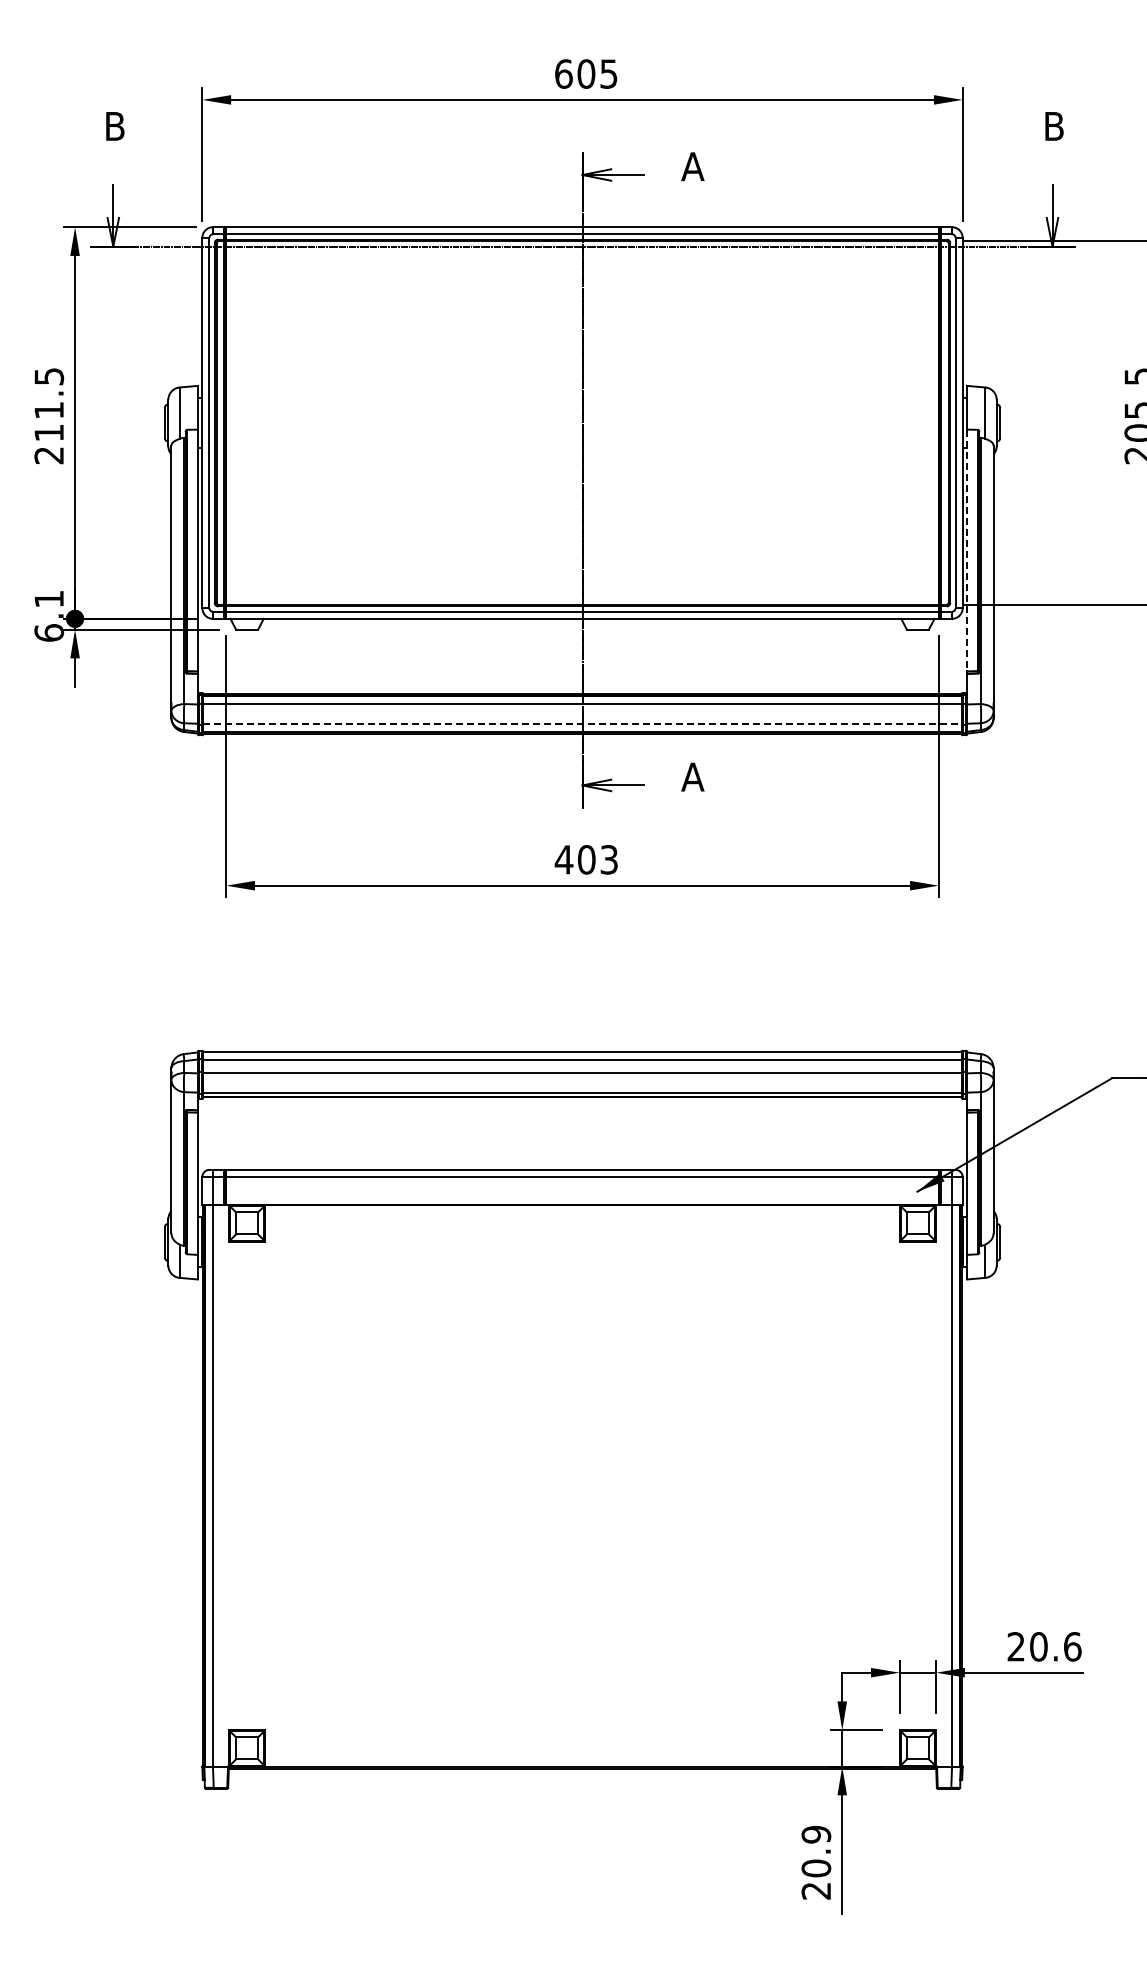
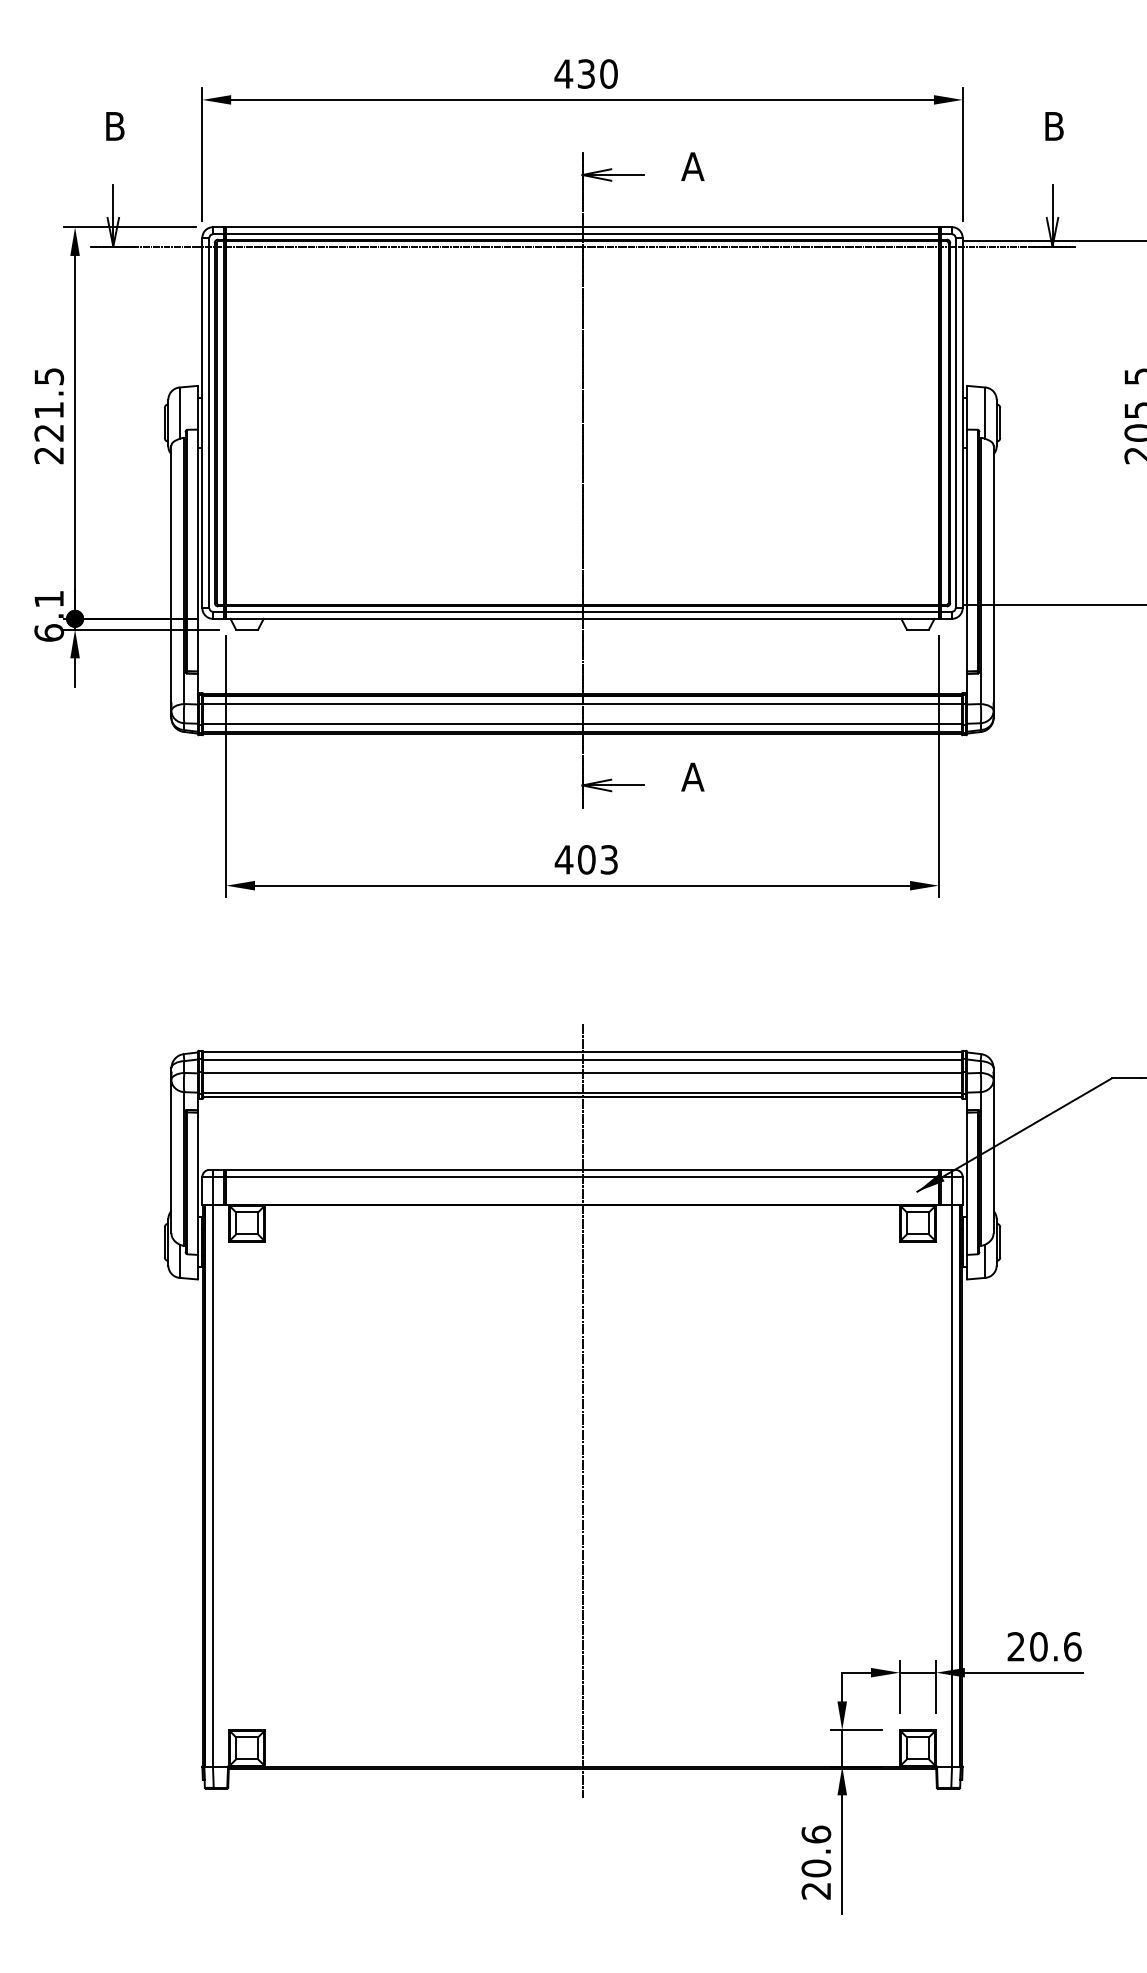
text at (585, 73): 605 -> 430
text at (48, 433): 211.5 -> 221.5
line at (967, 550): dashed -> solid
line at (583, 723): dashed -> solid
line at (582, 1410): none -> present
text at (816, 1834): 20.9 -> 20.6
